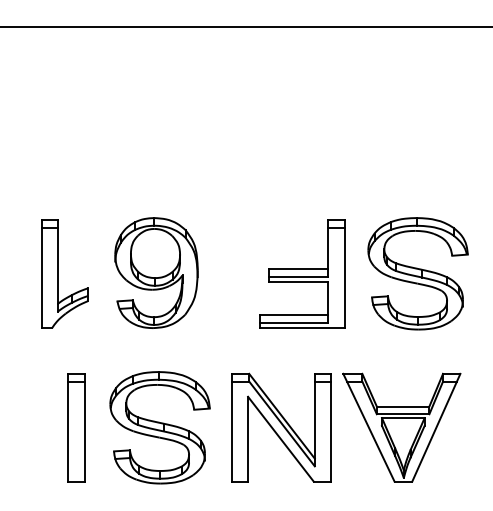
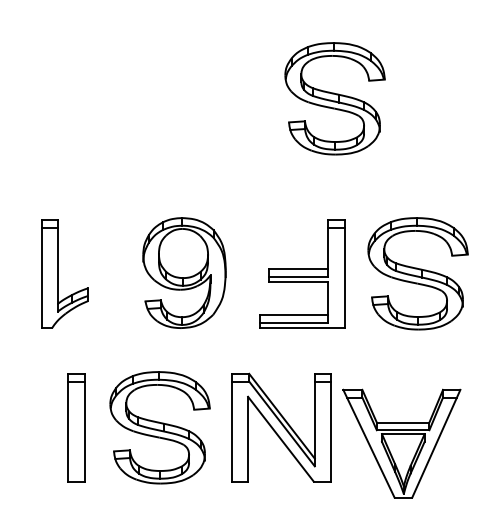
line at (245, 27): present -> none
part at (334, 98): none -> present
part at (156, 272) position: (156, 272) -> (184, 272)
part at (401, 427) position: (401, 427) -> (401, 443)
